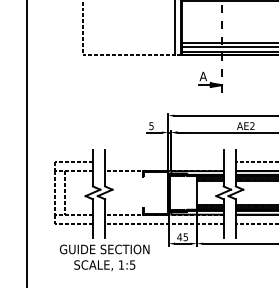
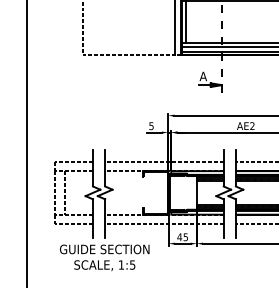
line at (185, 22): none -> present
line at (164, 161): none -> present
